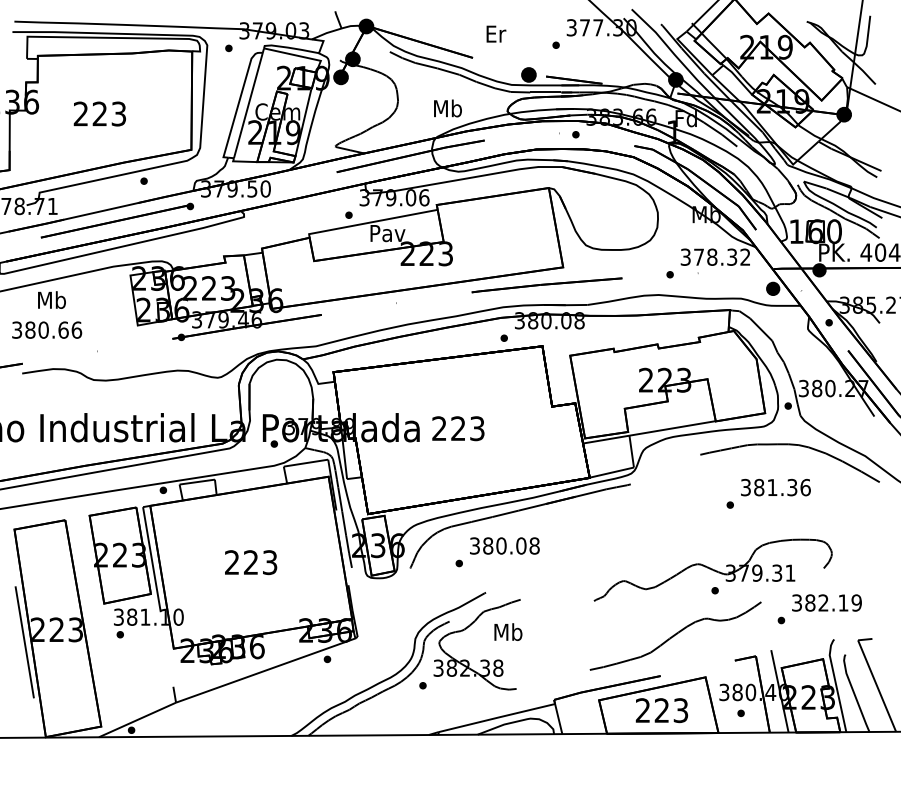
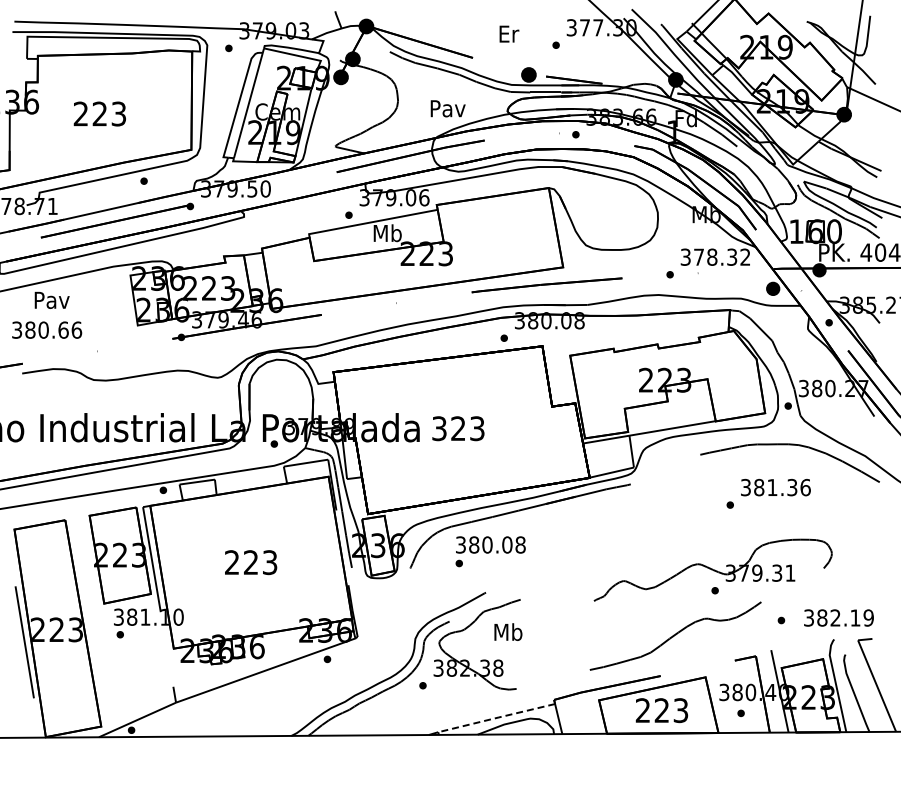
text at (496, 33) position: (496, 33) -> (509, 33)
text at (447, 108): Mb -> Pav
text at (387, 233): Pav -> Mb
text at (51, 299): Mb -> Pav
text at (439, 428): 223 -> 323
text at (504, 545) position: (504, 545) -> (490, 544)
text at (826, 602) position: (826, 602) -> (838, 617)
line at (497, 717): solid -> dashed
